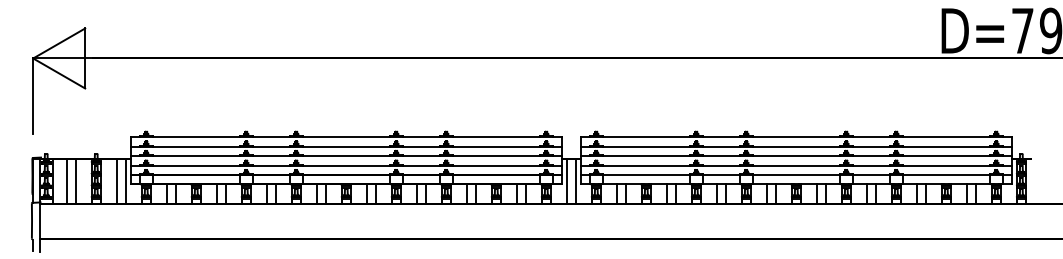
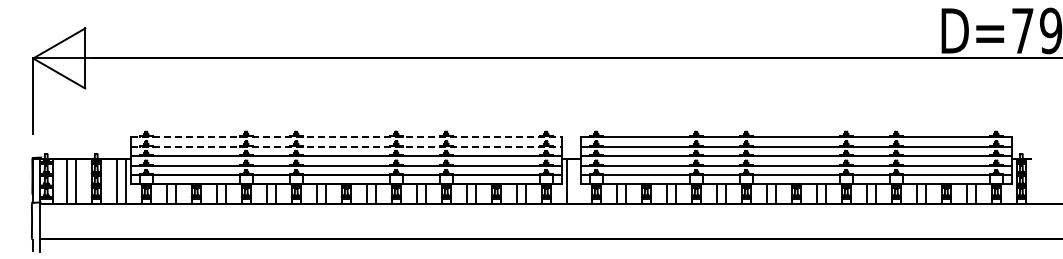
line at (346, 137): solid -> dashed
line at (346, 146): solid -> dashed
line at (575, 181): present -> none
